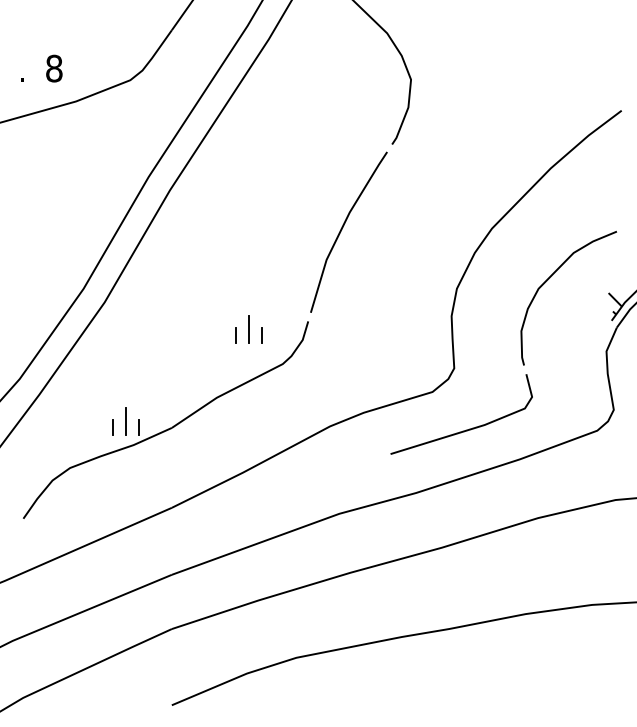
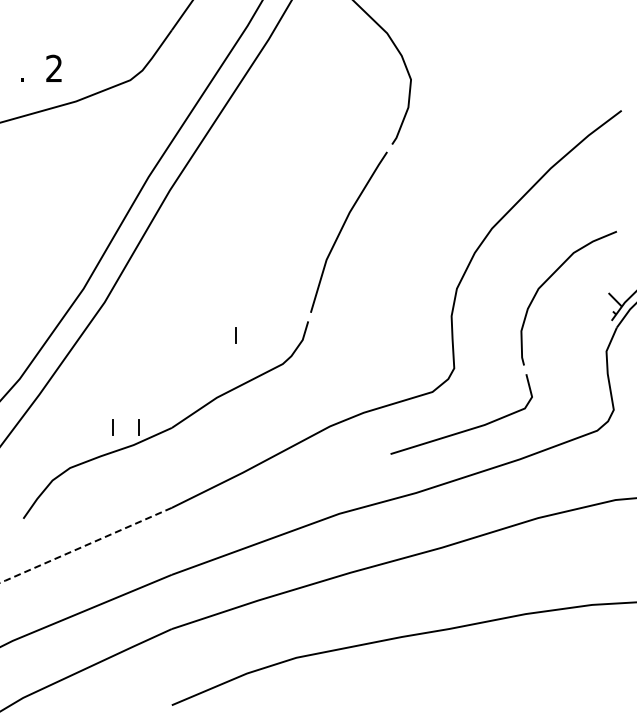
text at (54, 68): 8 -> 2
line at (249, 329): present -> none
line at (261, 335): present -> none
line at (125, 421): present -> none
line at (85, 545): solid -> dashed
